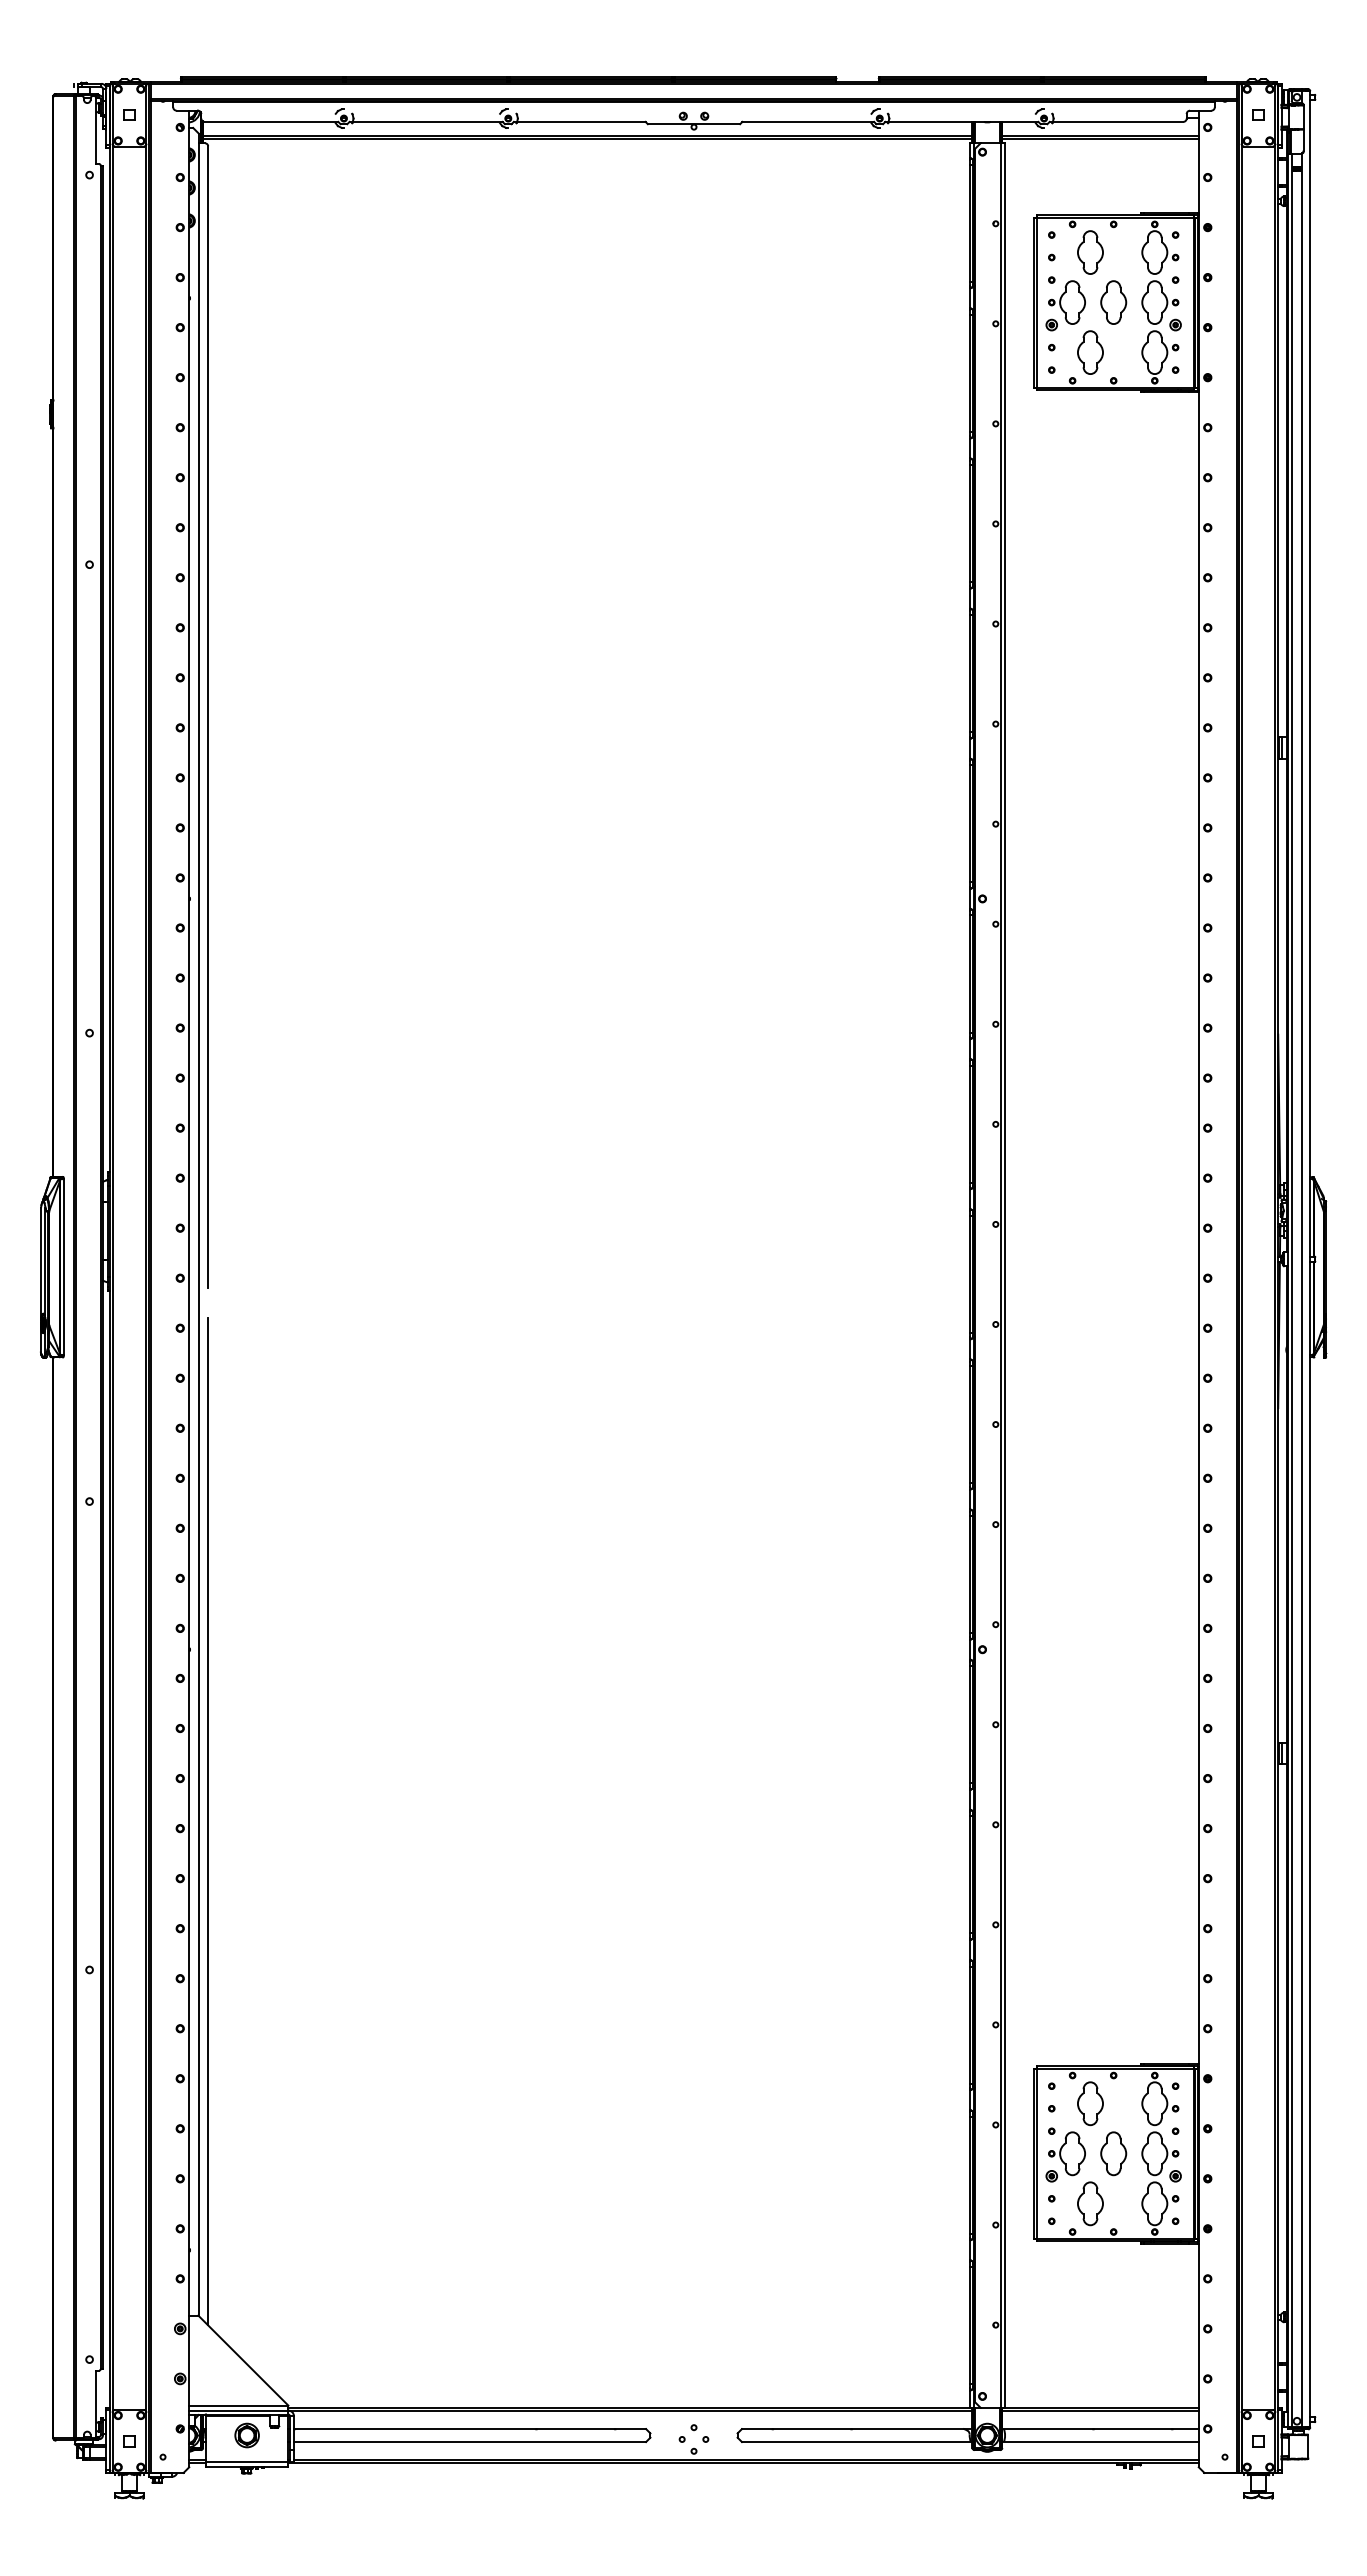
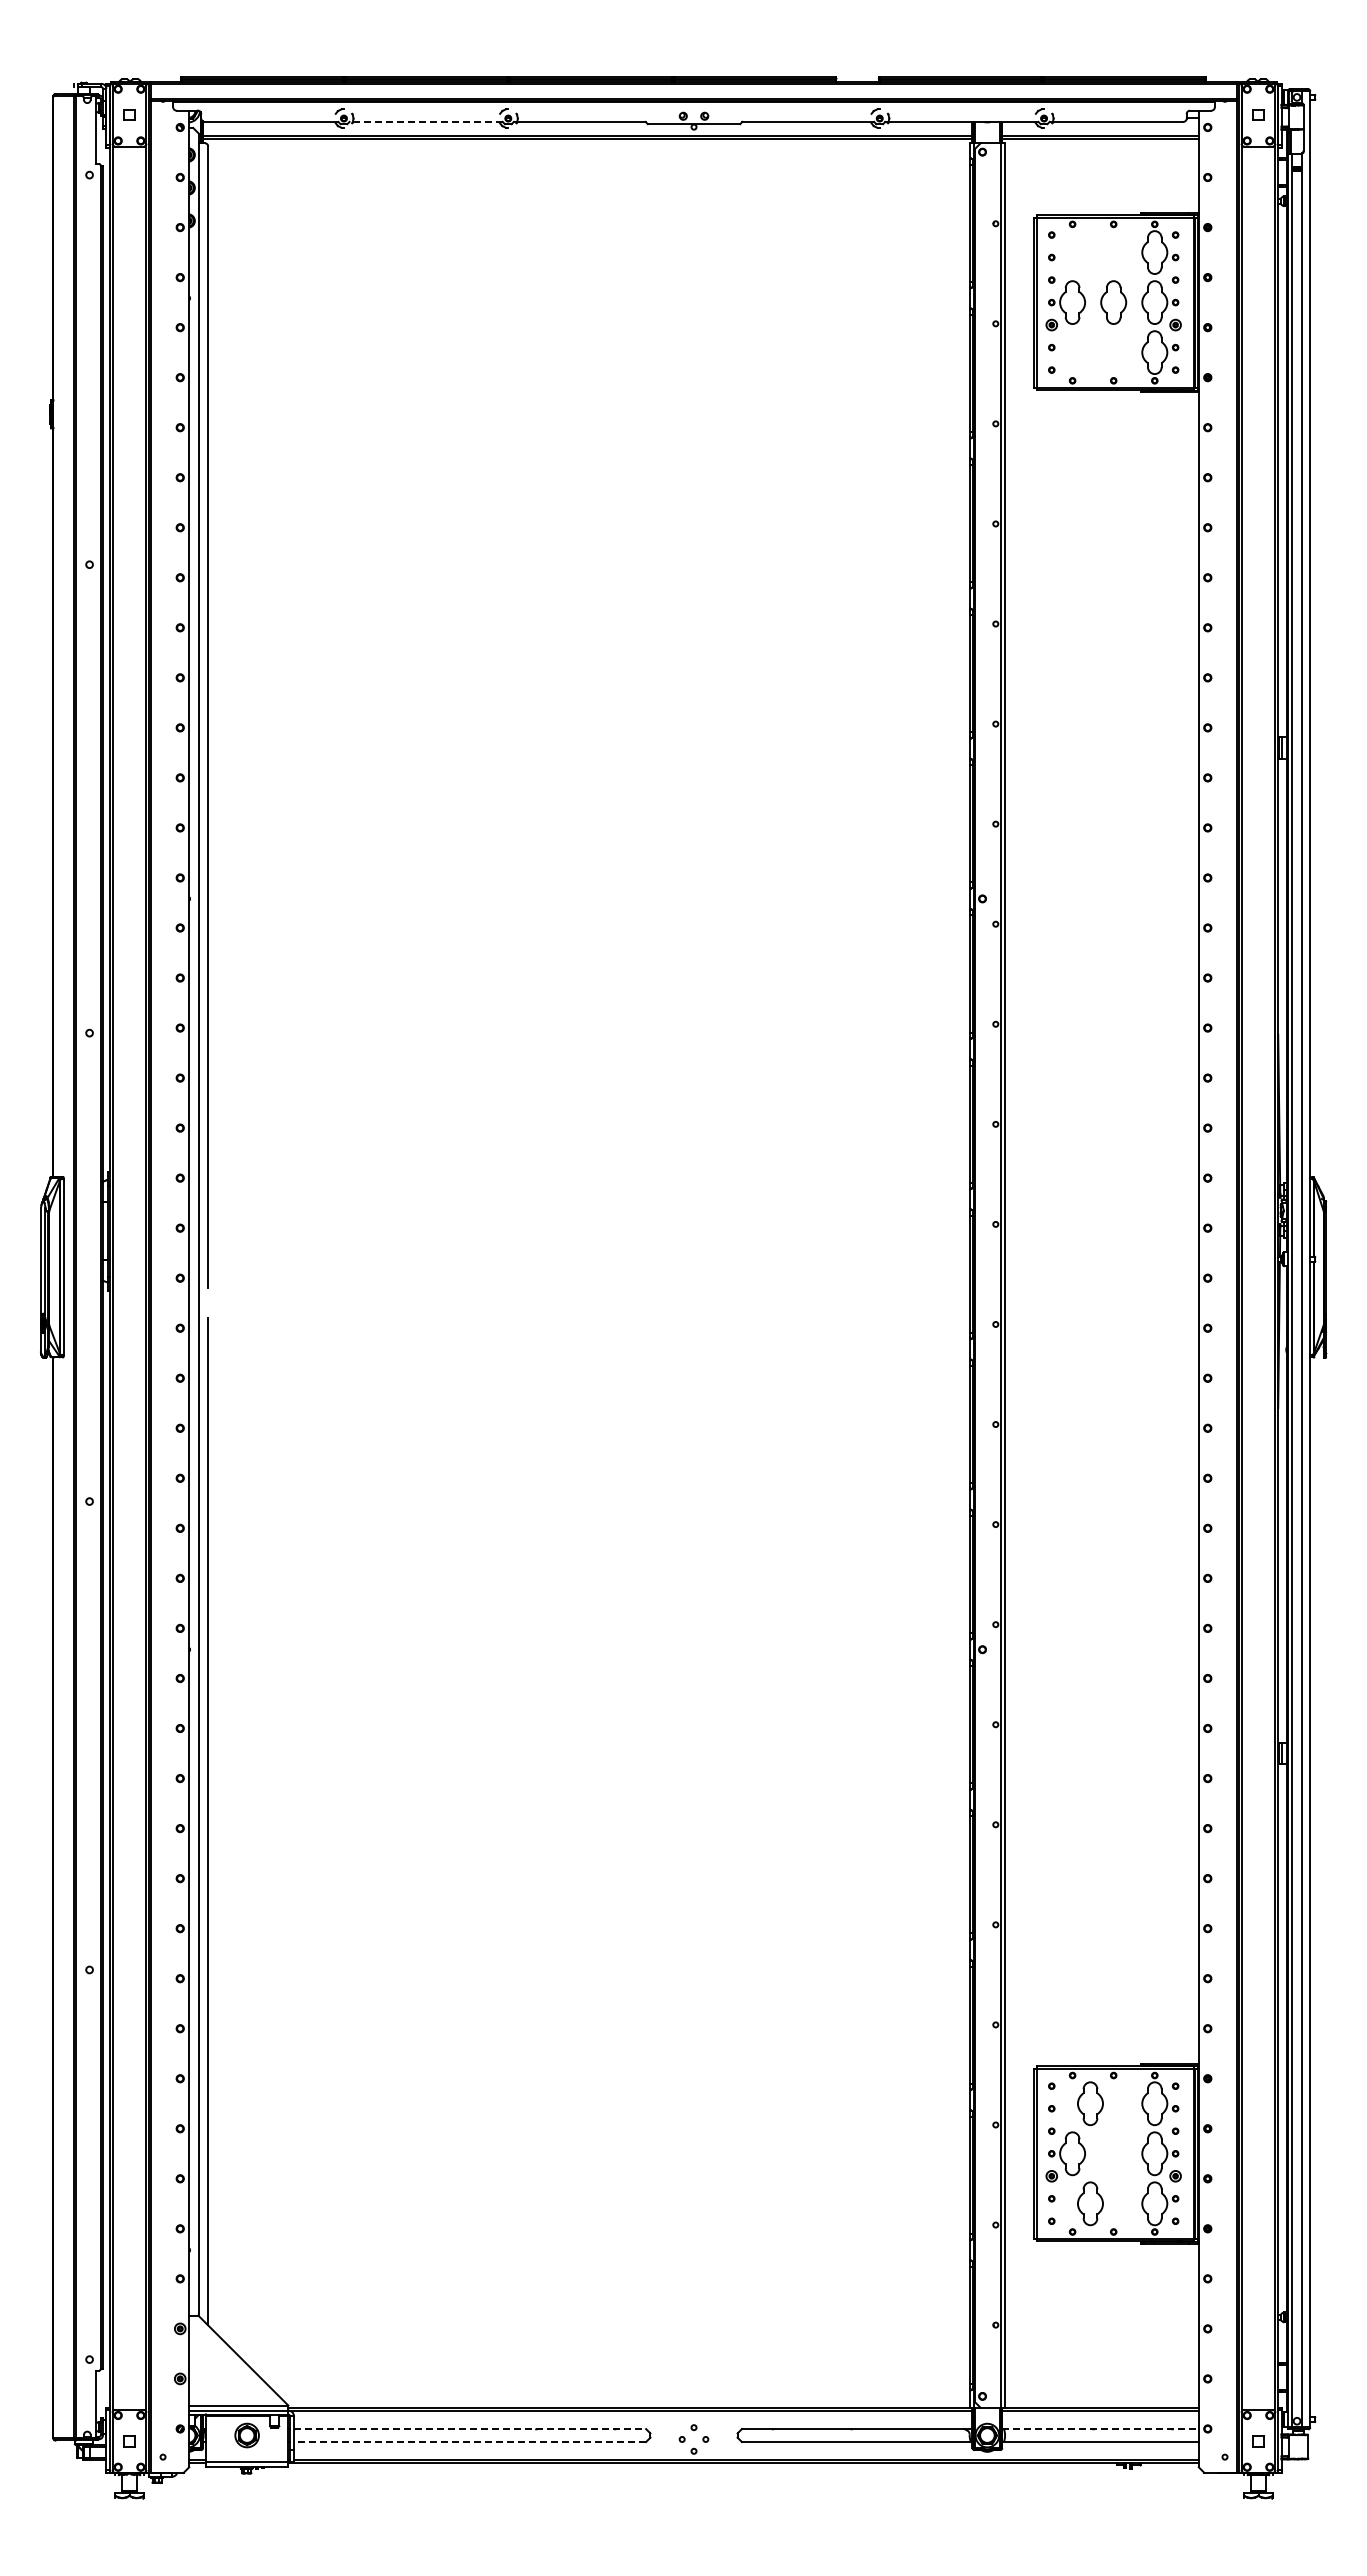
line at (426, 121): solid -> dashed
part at (1090, 252): present -> none
part at (1090, 352): present -> none
part at (1113, 2153): present -> none
line at (470, 2429): solid -> dashed
line at (1101, 2429): solid -> dashed
line at (469, 2442): solid -> dashed
